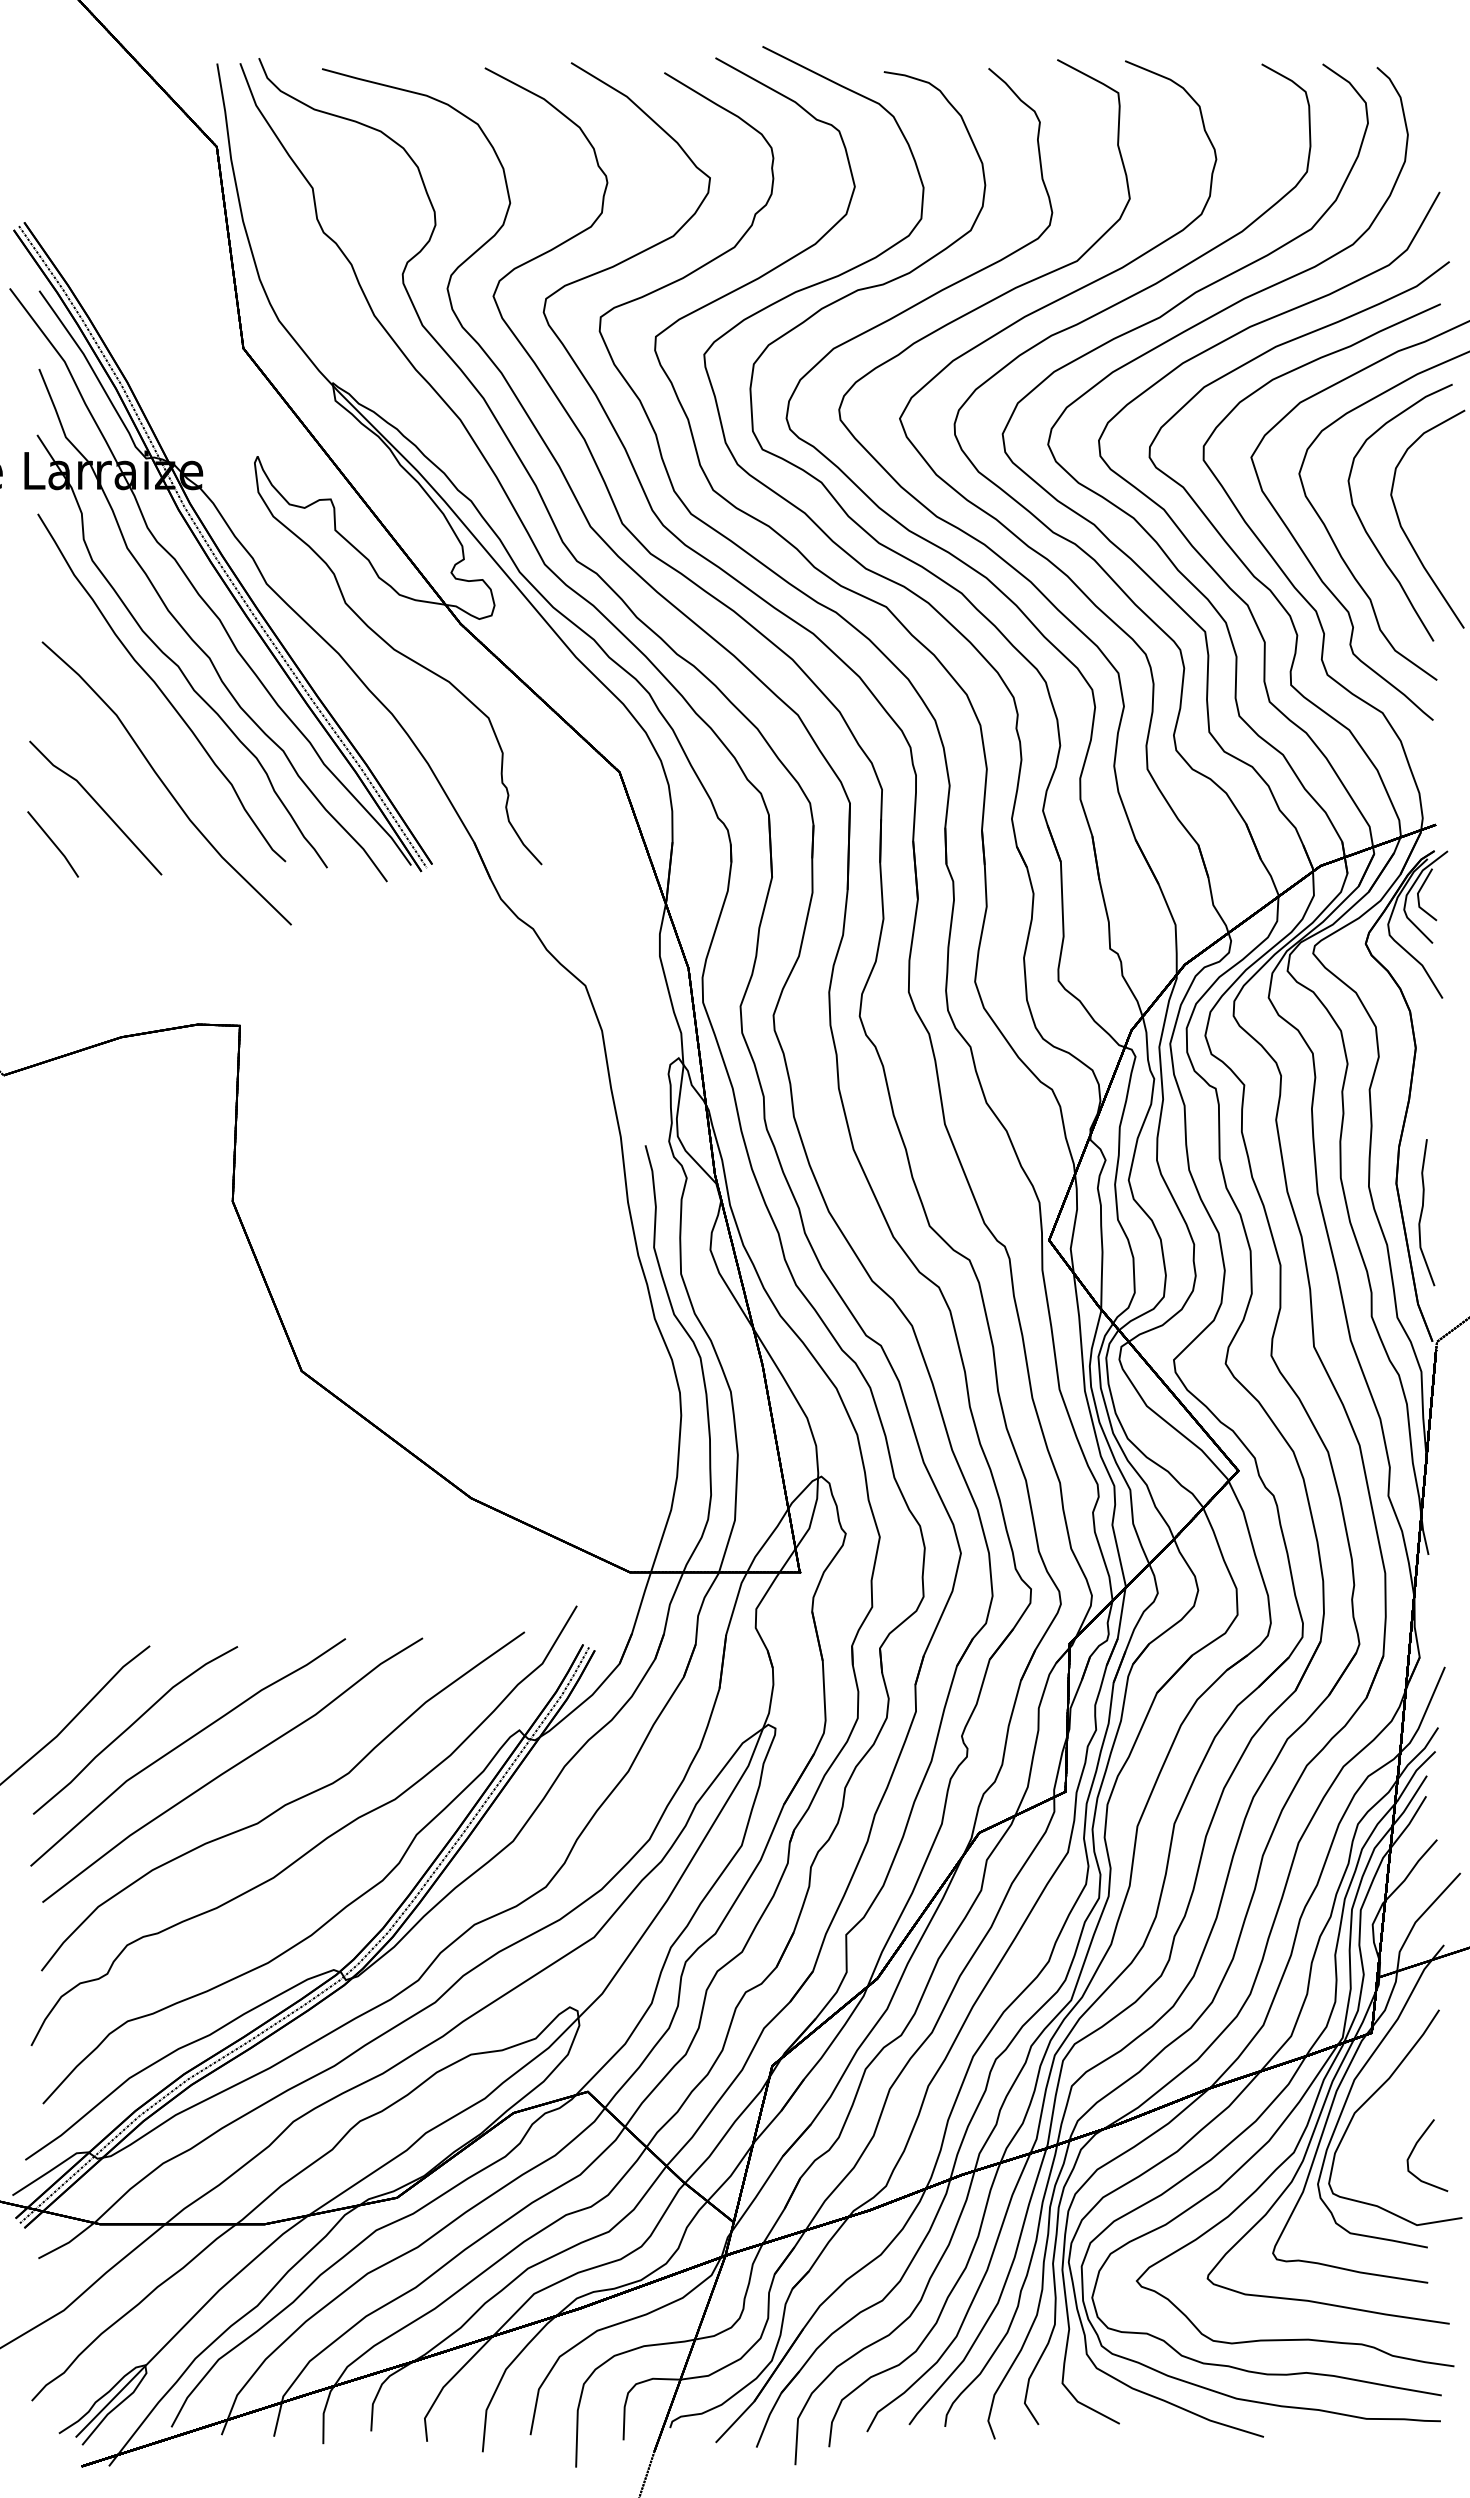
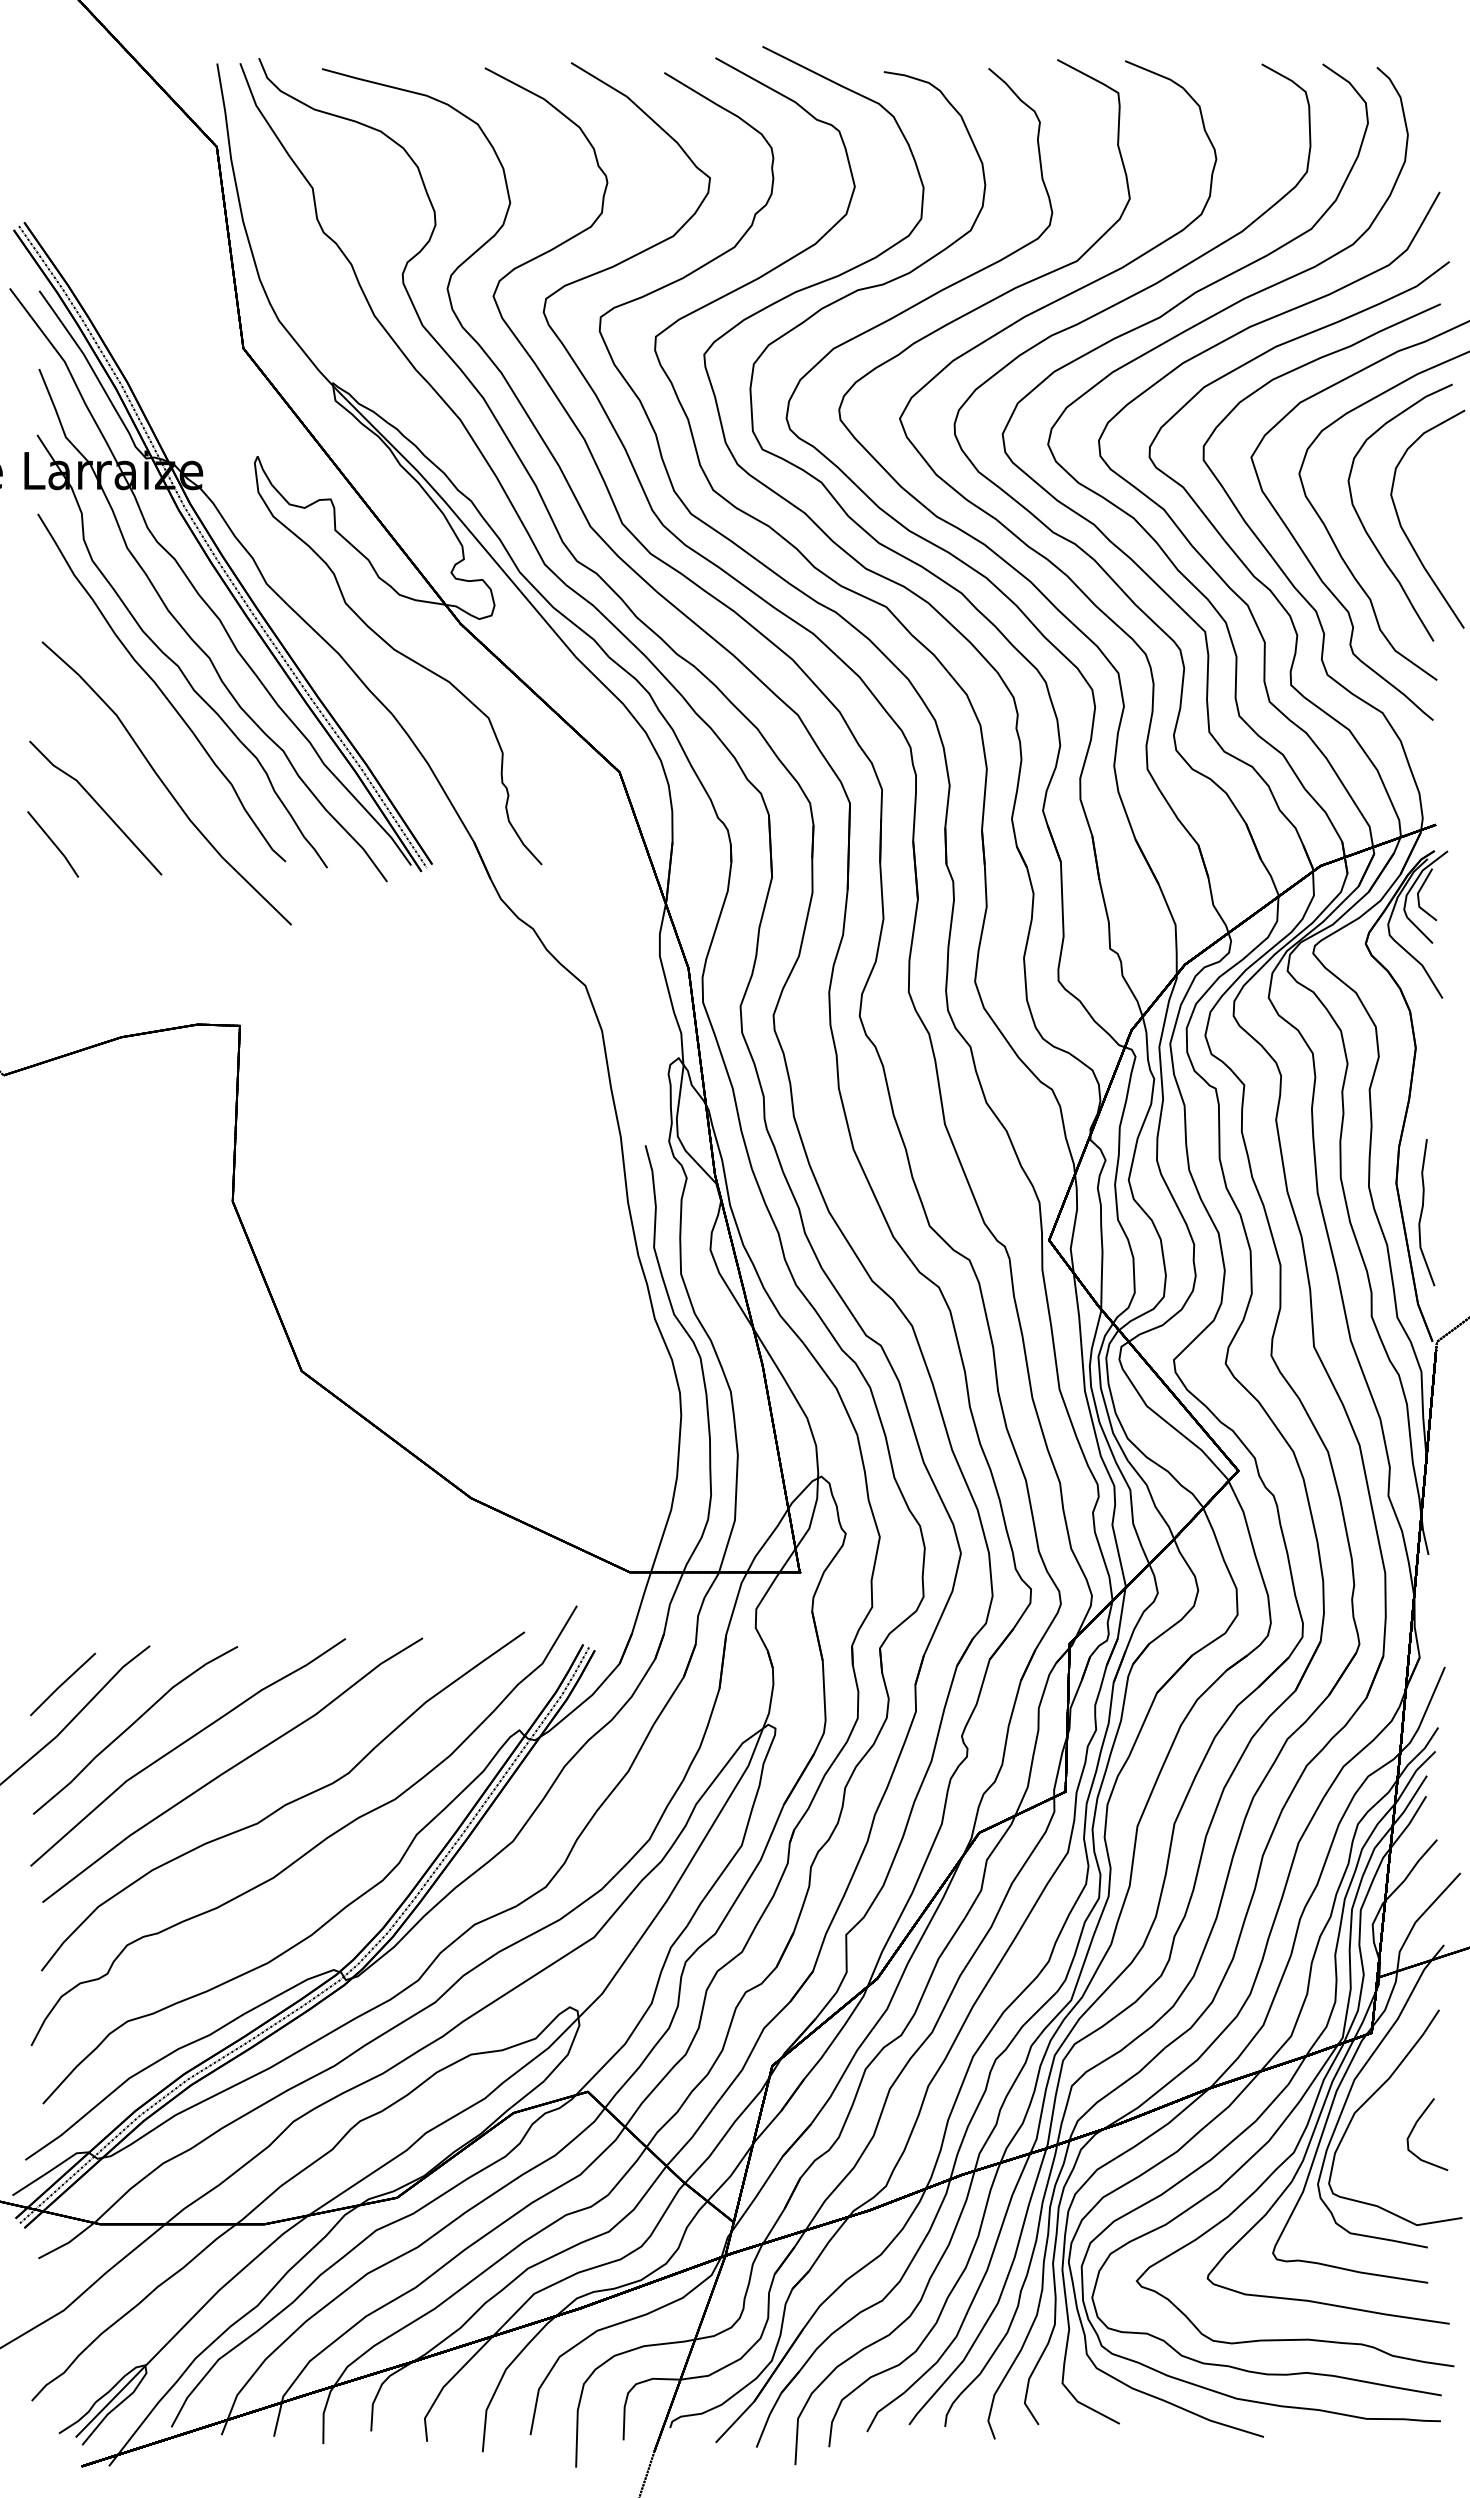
line at (63, 1684): none -> present
part at (1414, 2149) position: (1414, 2149) -> (1414, 2128)
